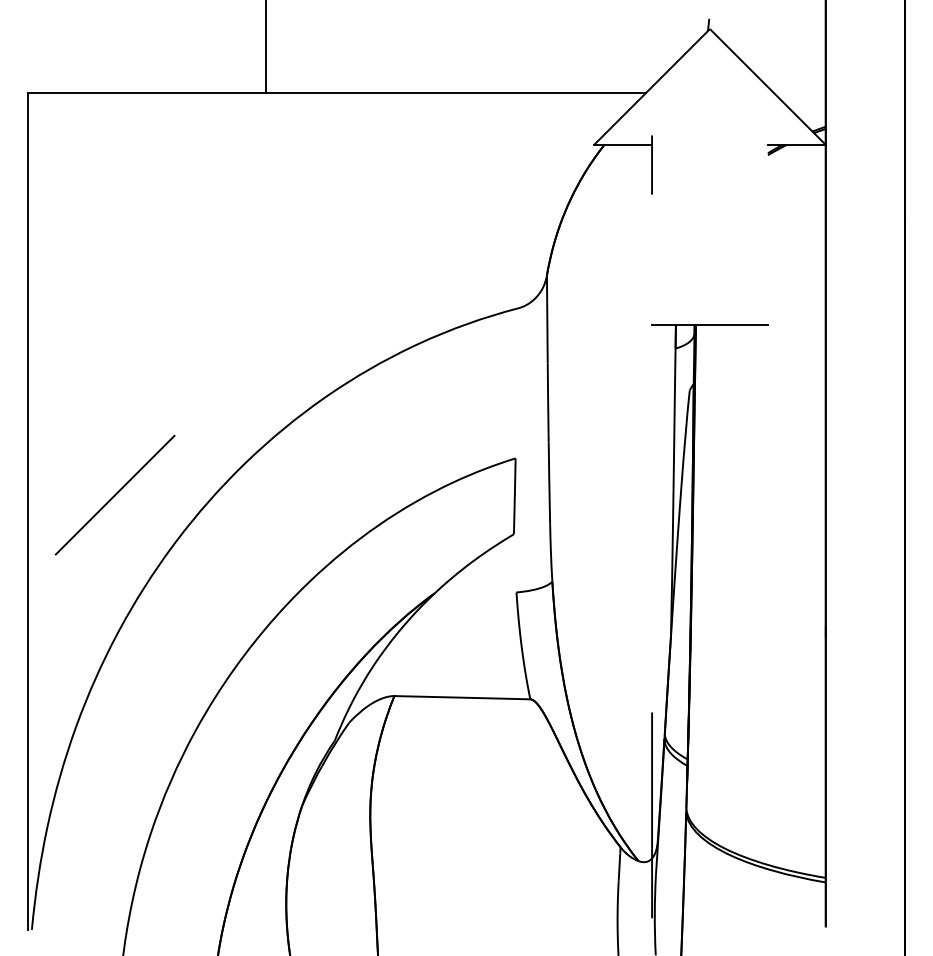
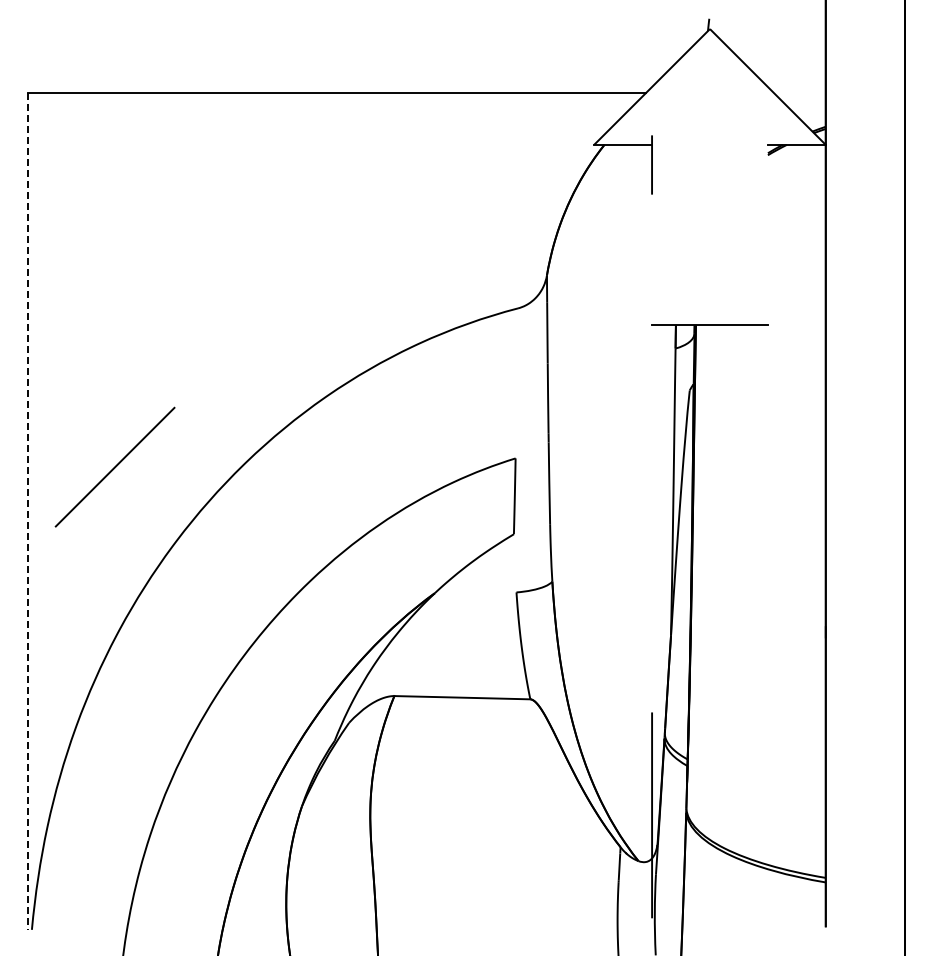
line at (266, 47): present -> none
line at (114, 494) position: (114, 494) -> (114, 466)
line at (27, 512): solid -> dashed
